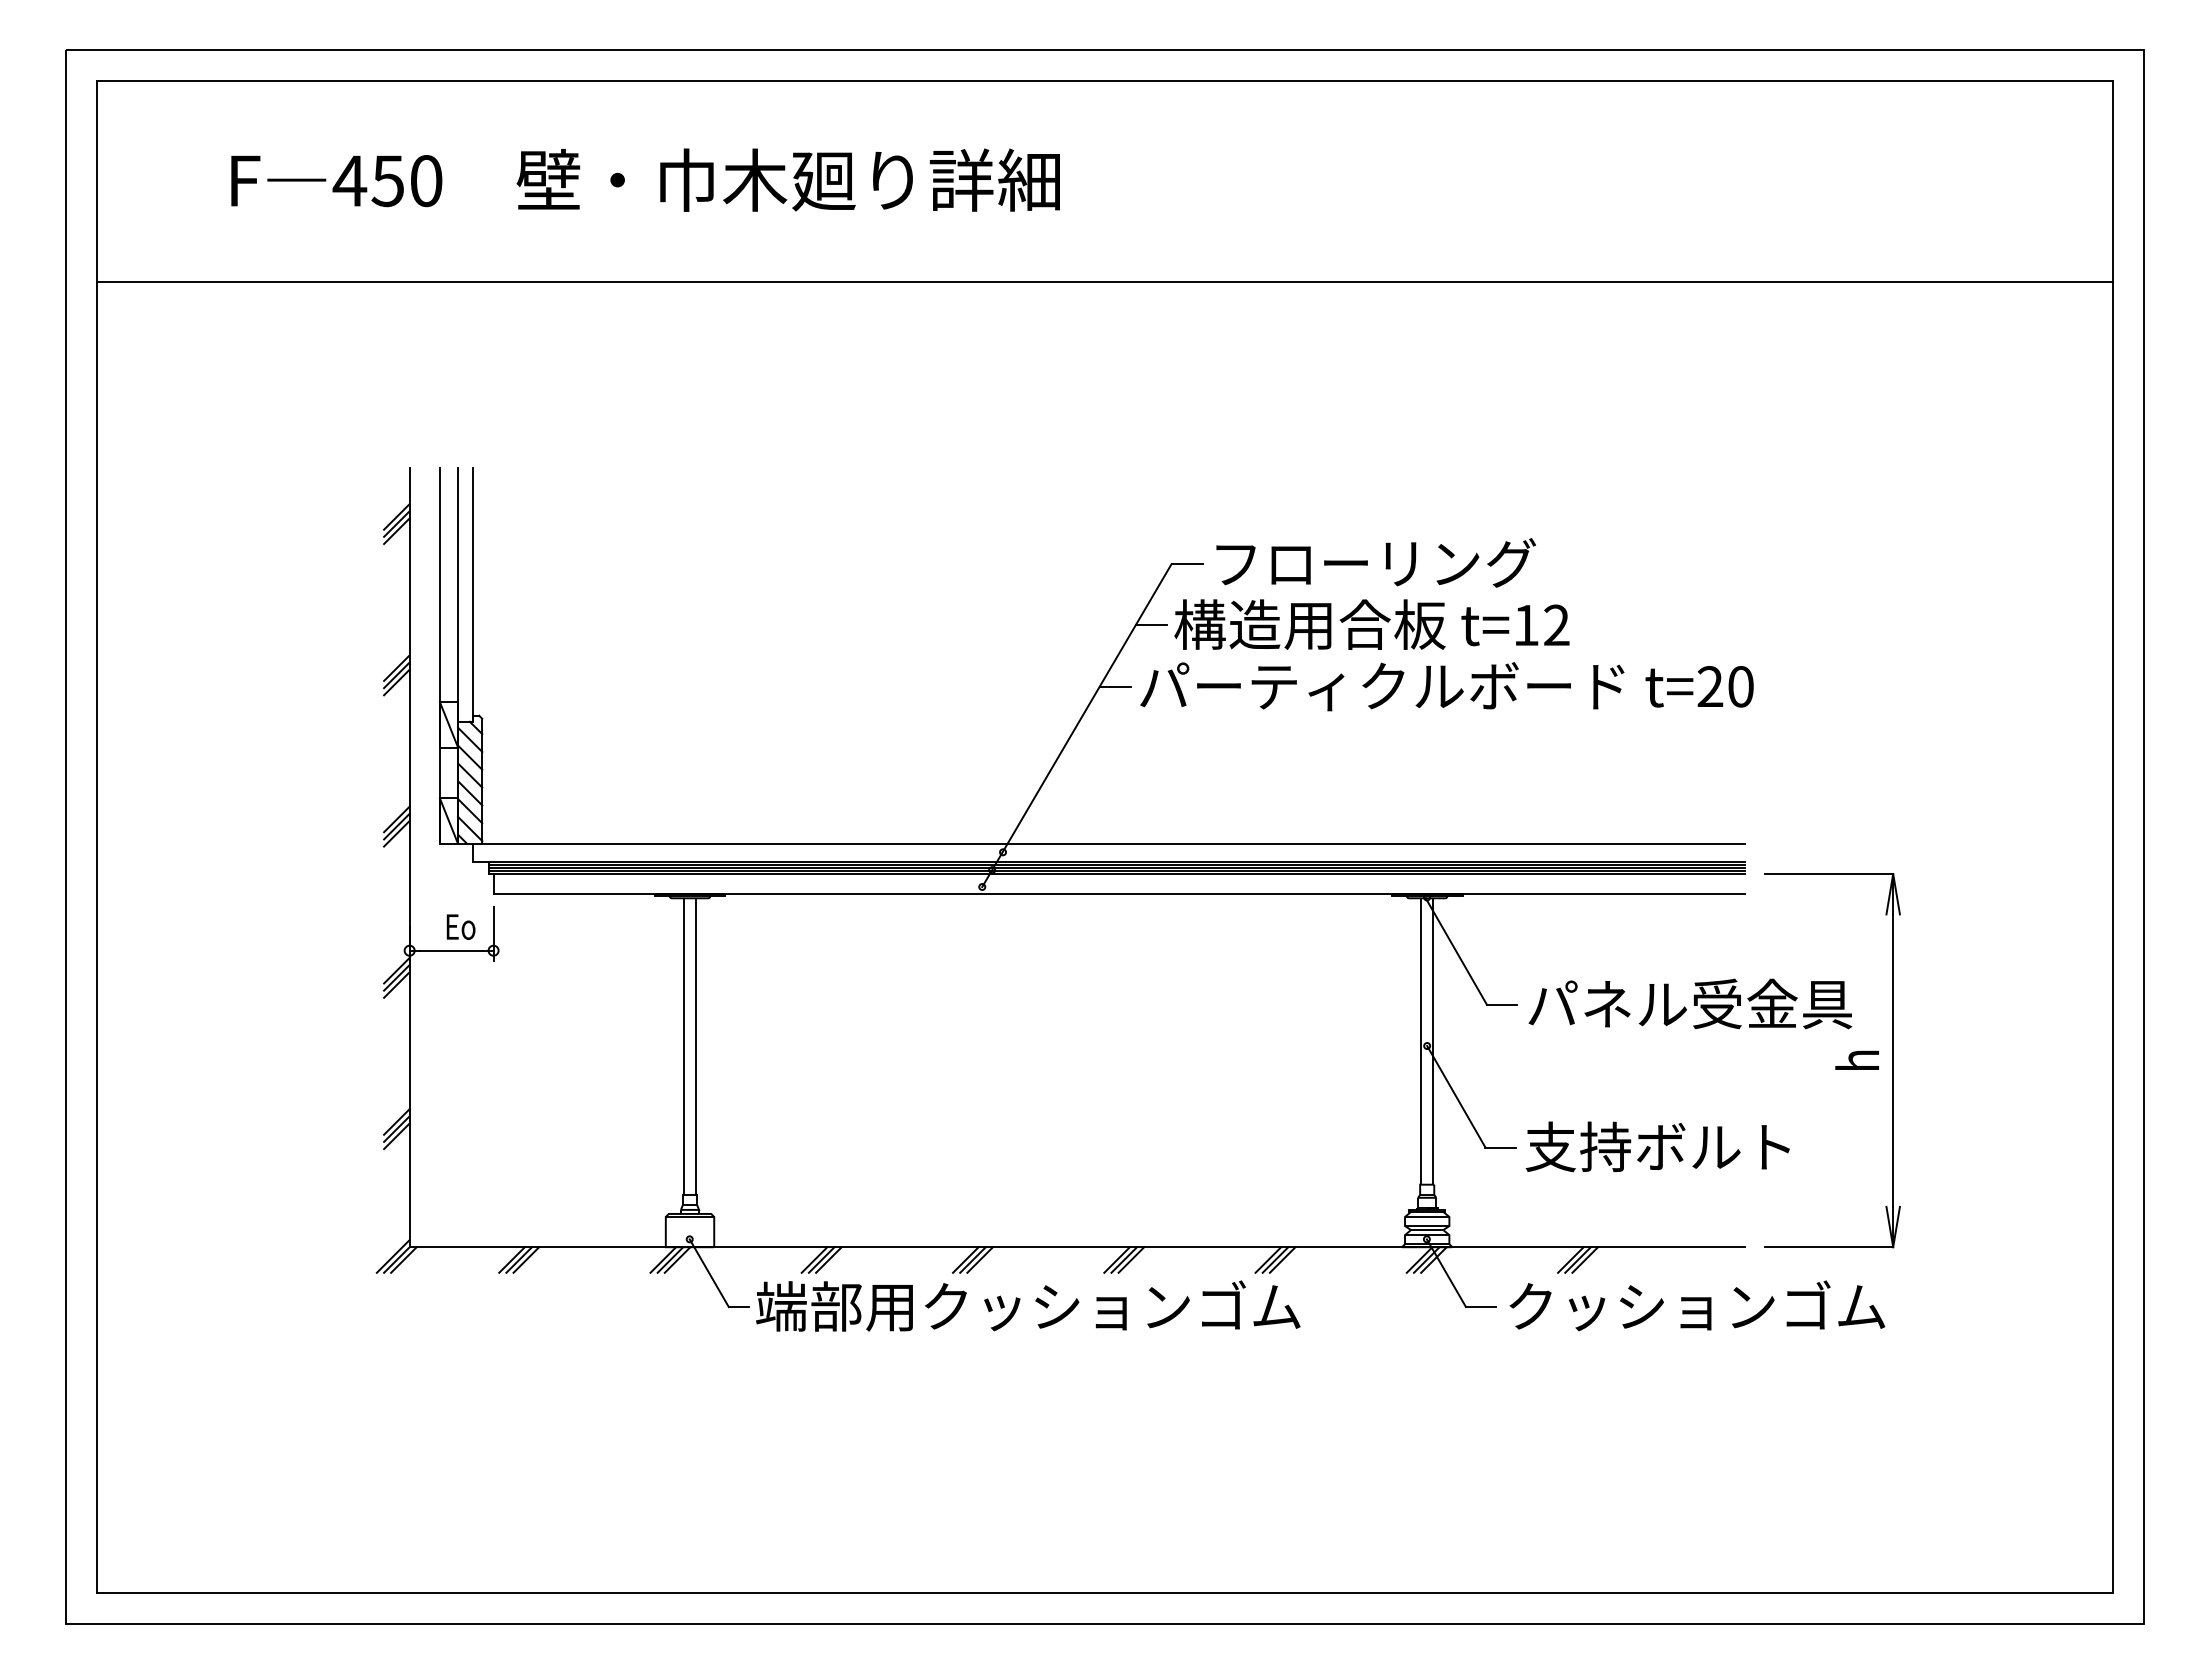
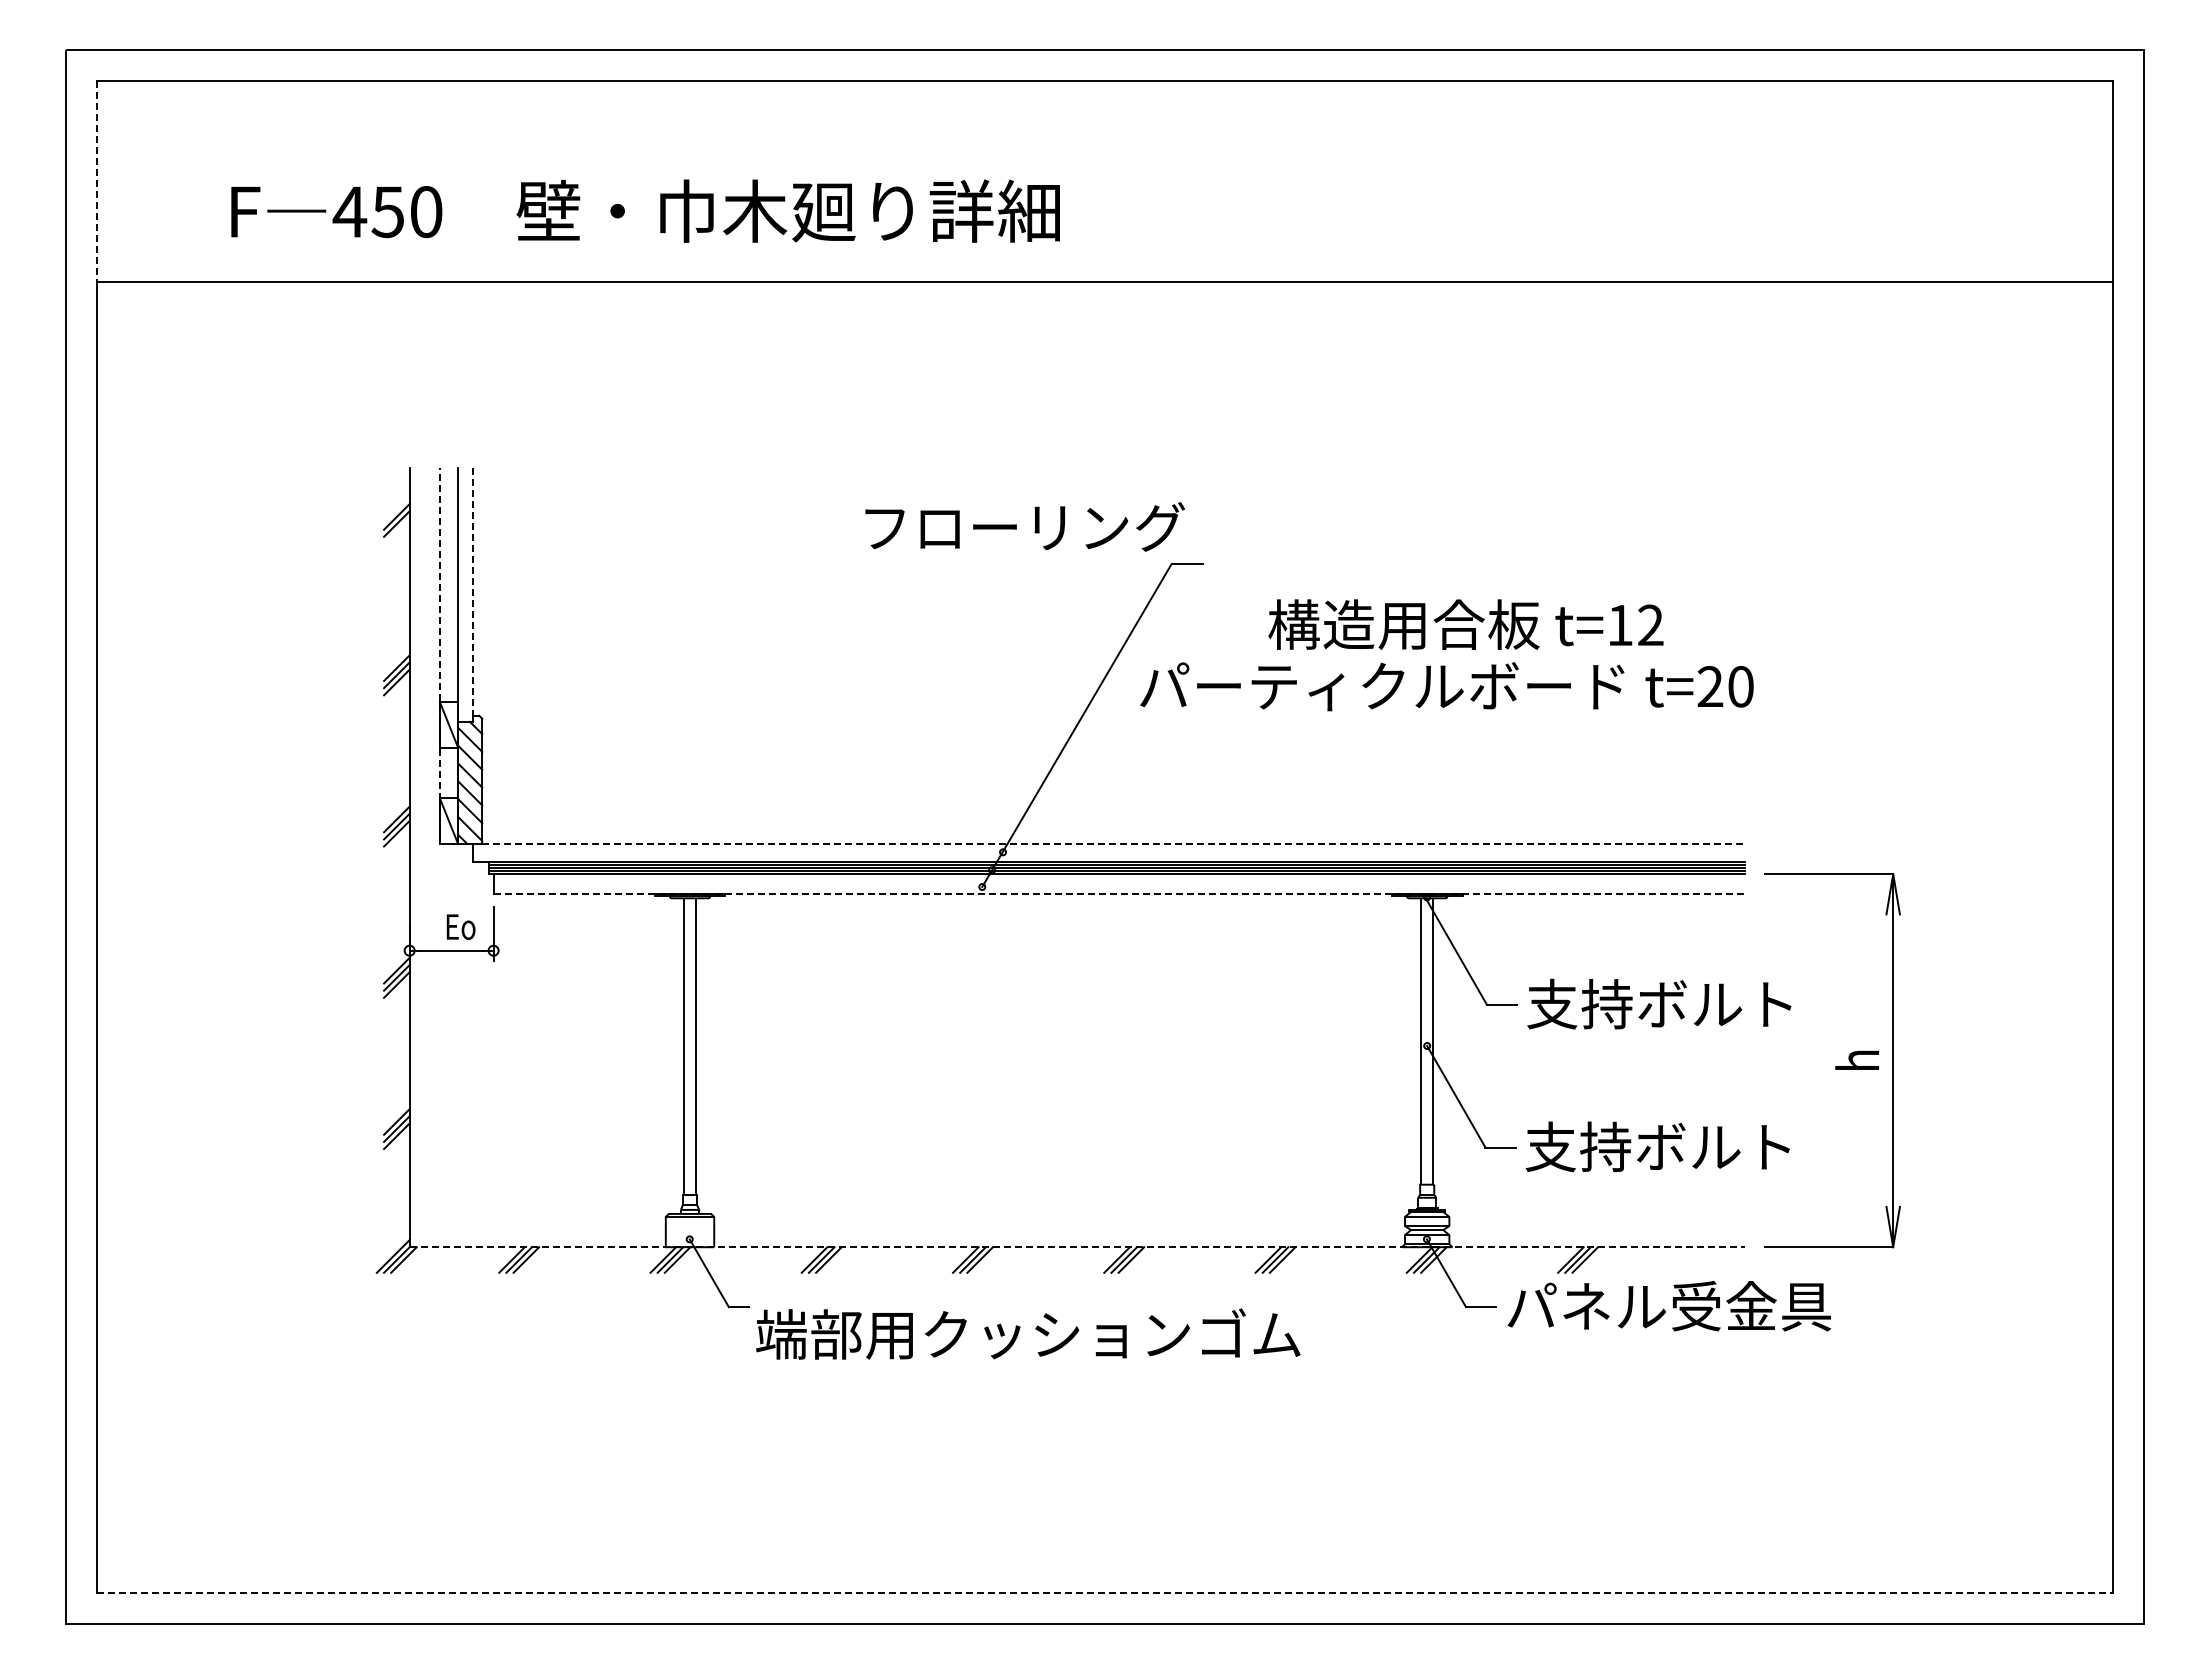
text at (645, 179) position: (645, 179) -> (645, 210)
line at (96, 181): solid -> dashed
line at (396, 531): present -> none
text at (1376, 562) position: (1376, 562) -> (1025, 526)
line at (473, 595): solid -> dashed
text at (1371, 624) position: (1371, 624) -> (1465, 624)
line at (1151, 625): present -> none
line at (439, 656): solid -> dashed
line at (1115, 686): present -> none
line at (1114, 843): solid -> dashed
line at (1119, 894): solid -> dashed
text at (1689, 1003): パネル受金具 -> 支持ボルト
line at (1077, 1247): solid -> dashed
text at (1028, 1305) position: (1028, 1305) -> (1028, 1333)
text at (1696, 1305): クッションゴム -> パネル受金具
line at (1105, 1593): solid -> dashed
